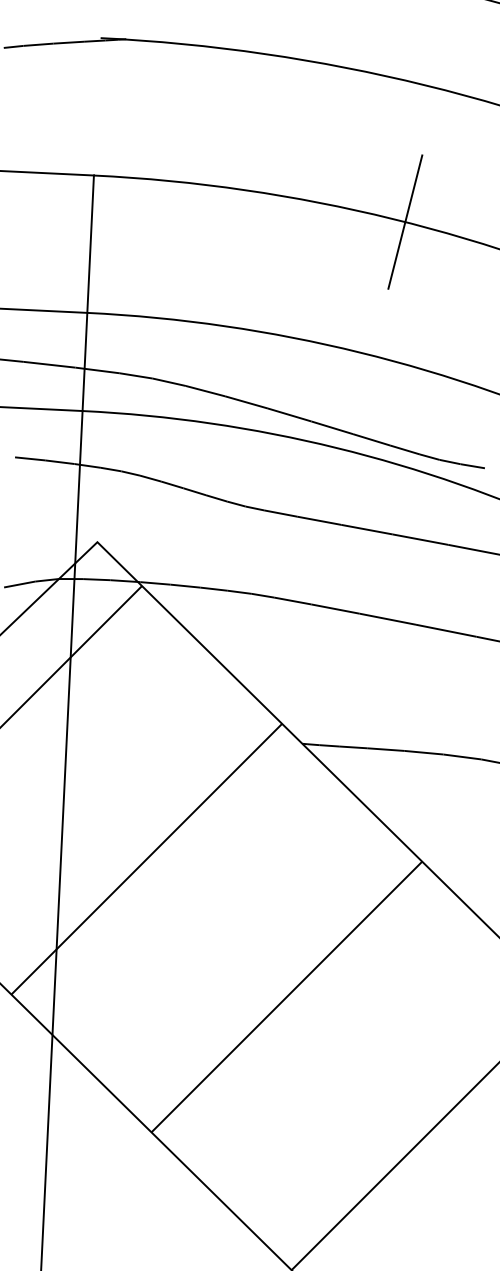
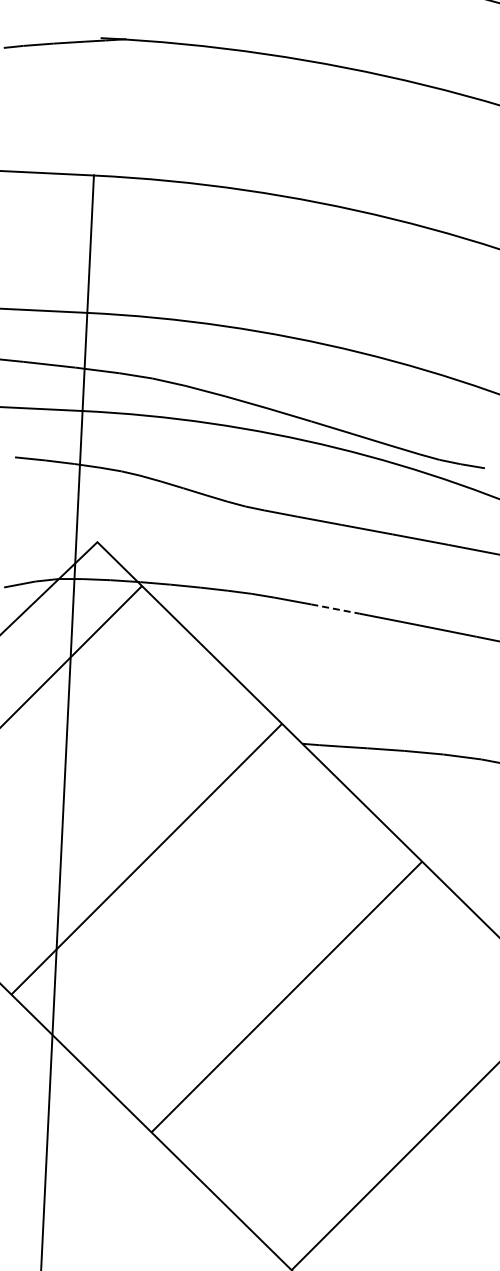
line at (405, 221): present -> none
line at (335, 609): solid -> dashed
